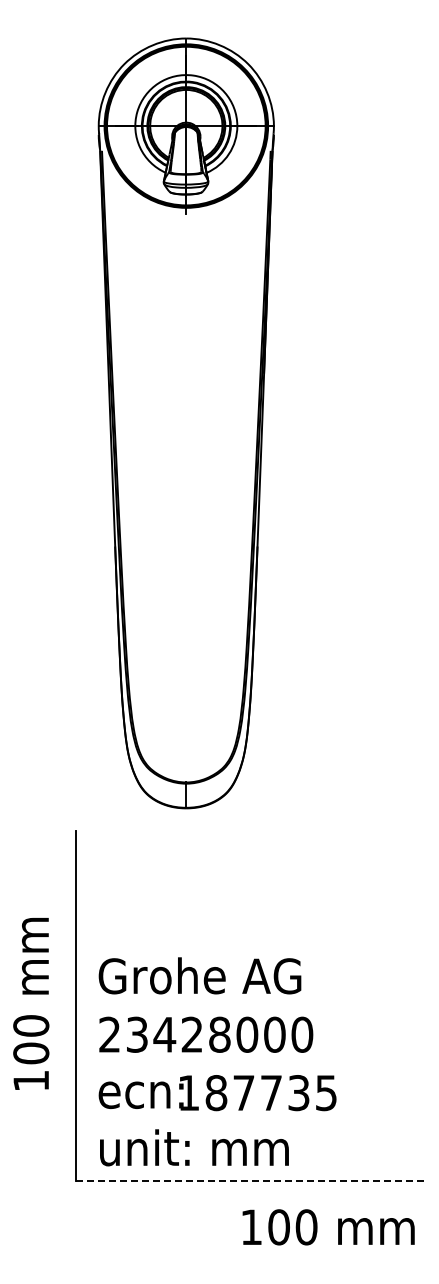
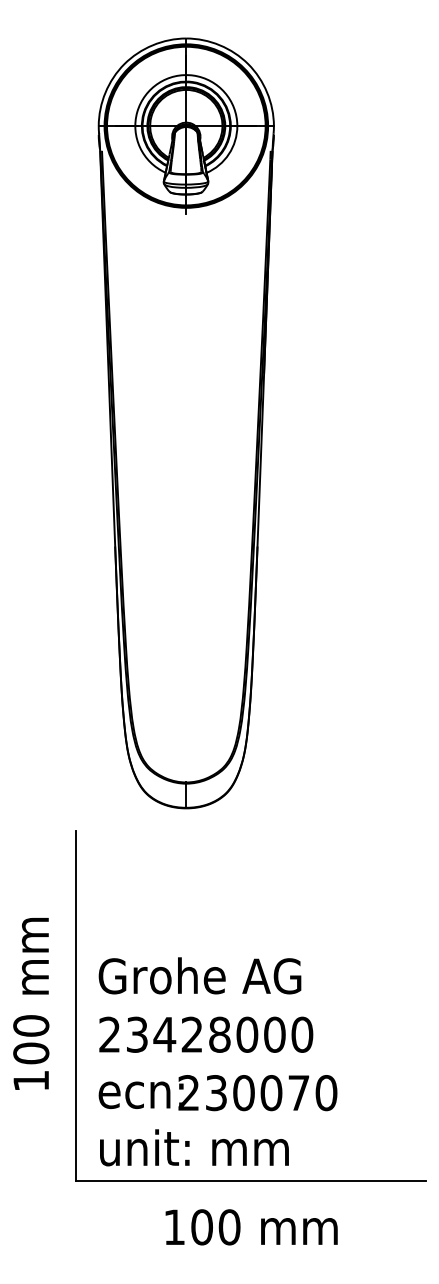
text at (257, 1093): 187735 -> 230070
line at (251, 1180): dashed -> solid
text at (328, 1227) position: (328, 1227) -> (251, 1227)
